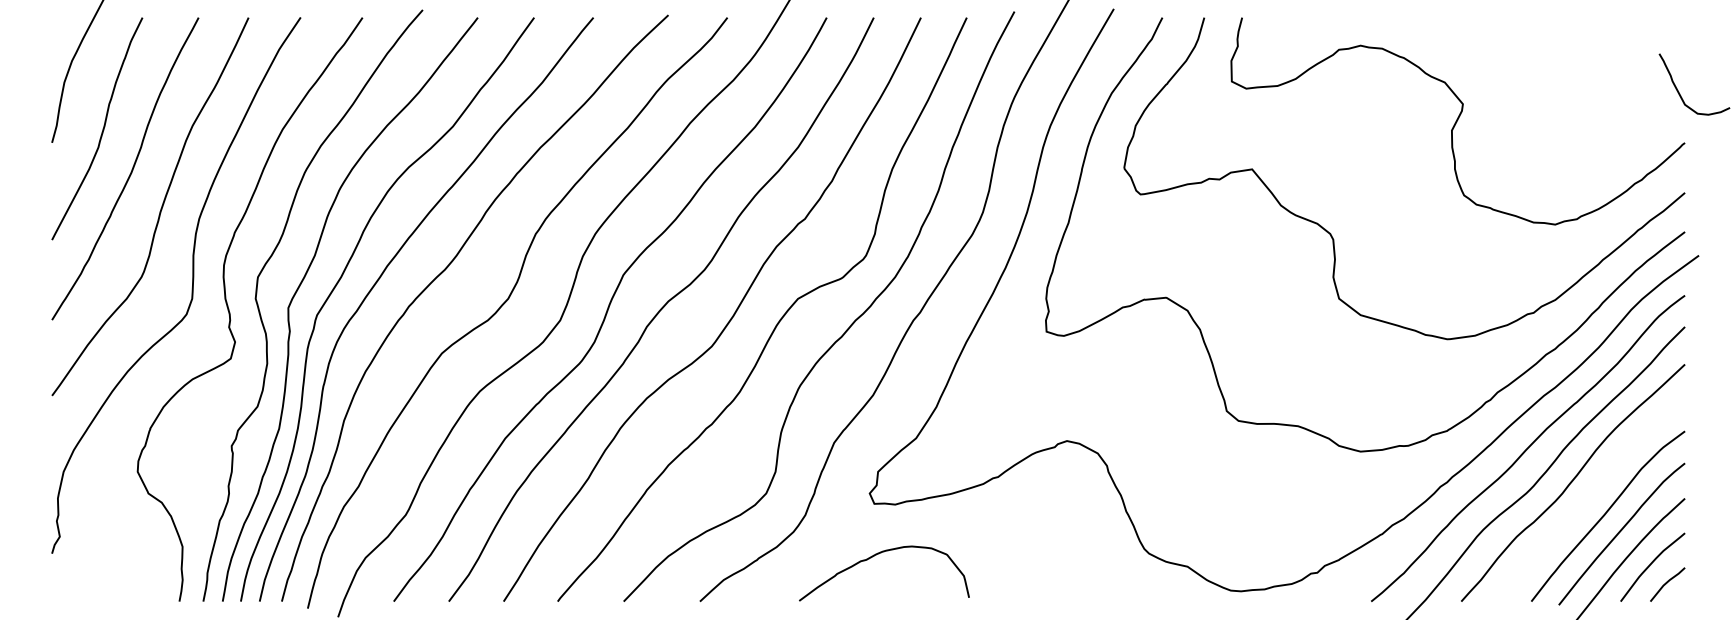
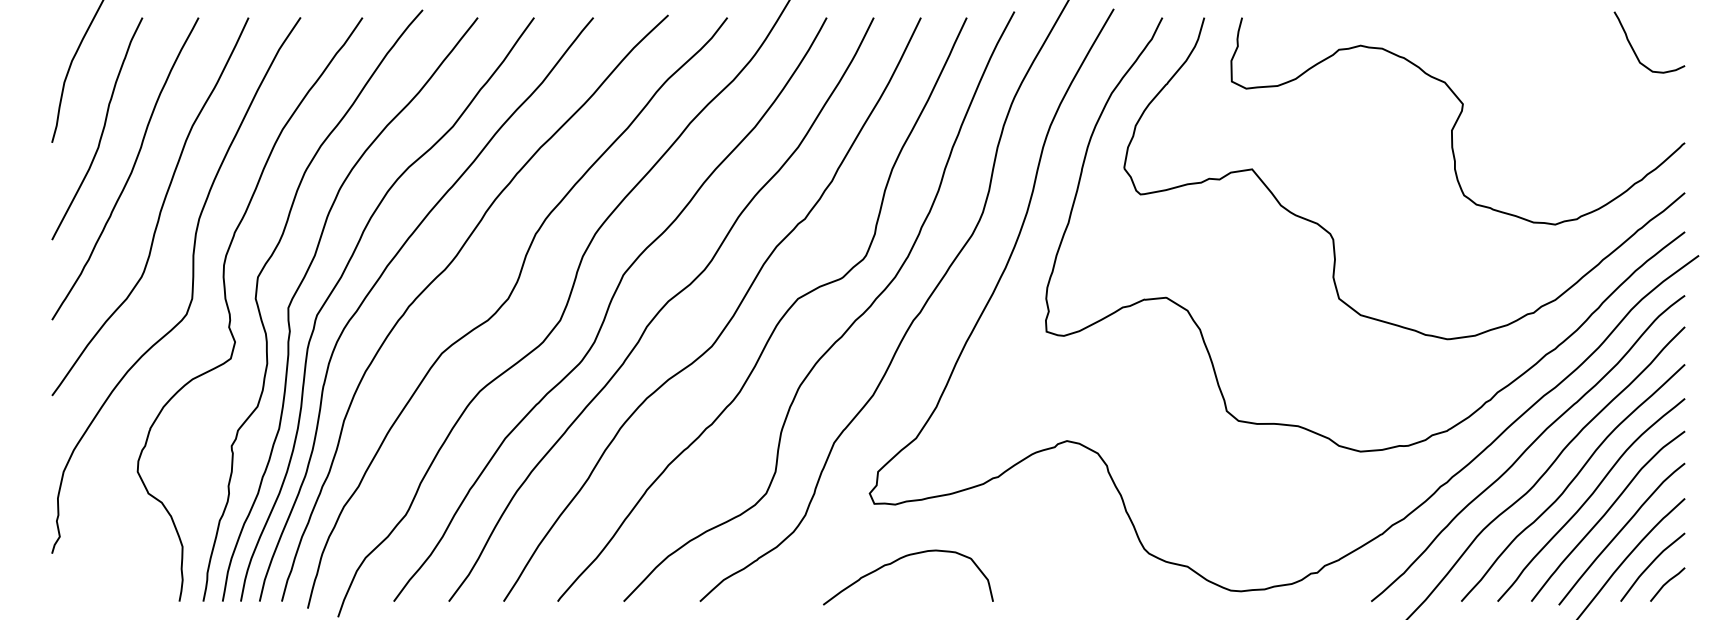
curve at (1680, 93) position: (1680, 93) -> (1635, 51)
curve at (1590, 497): none -> present
curve at (876, 555) position: (876, 555) -> (900, 559)
